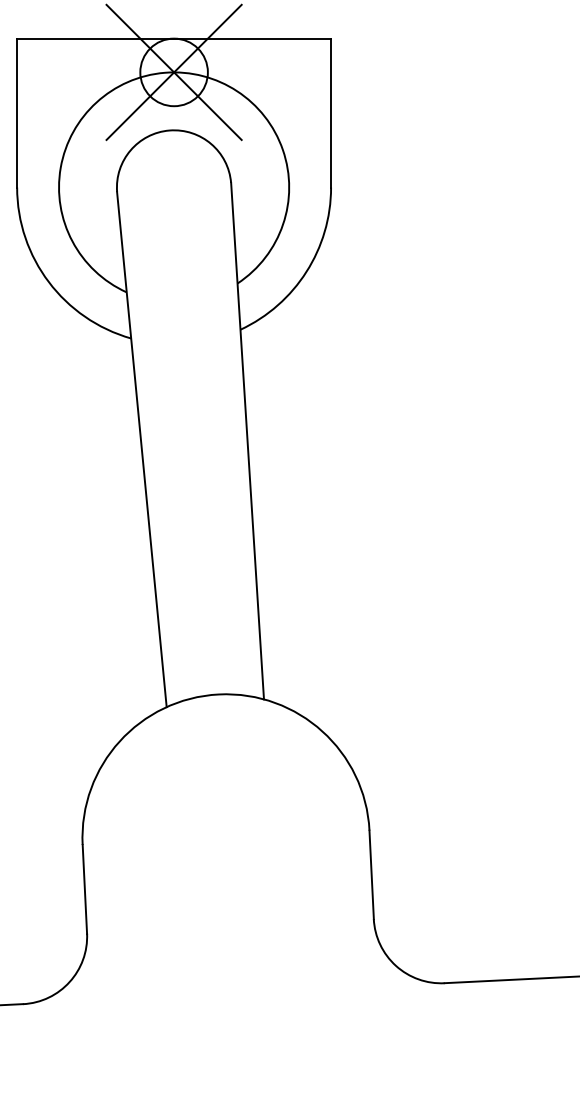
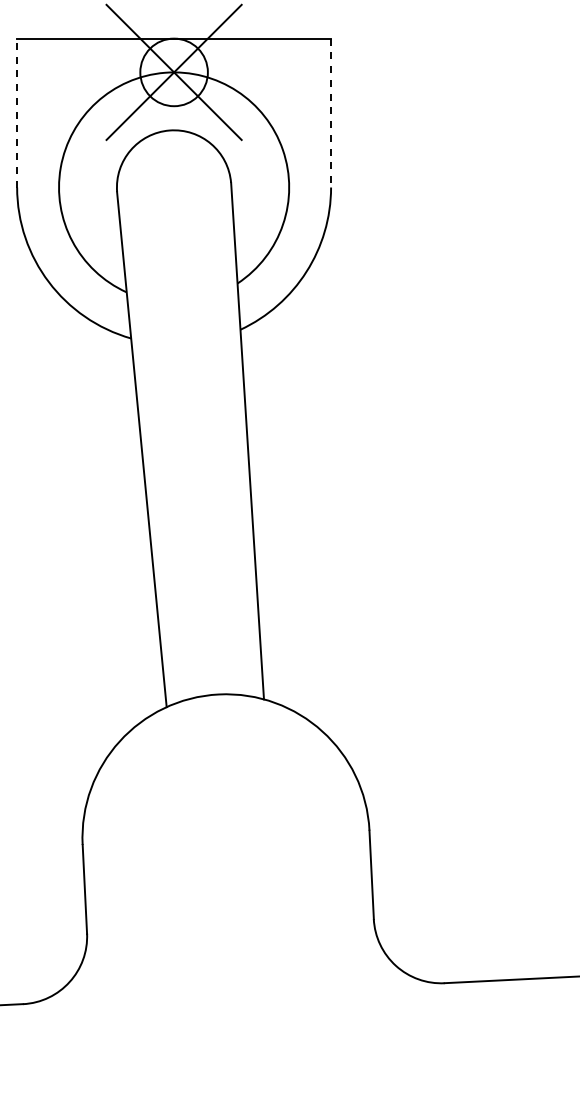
line at (17, 112): solid -> dashed
line at (331, 113): solid -> dashed
